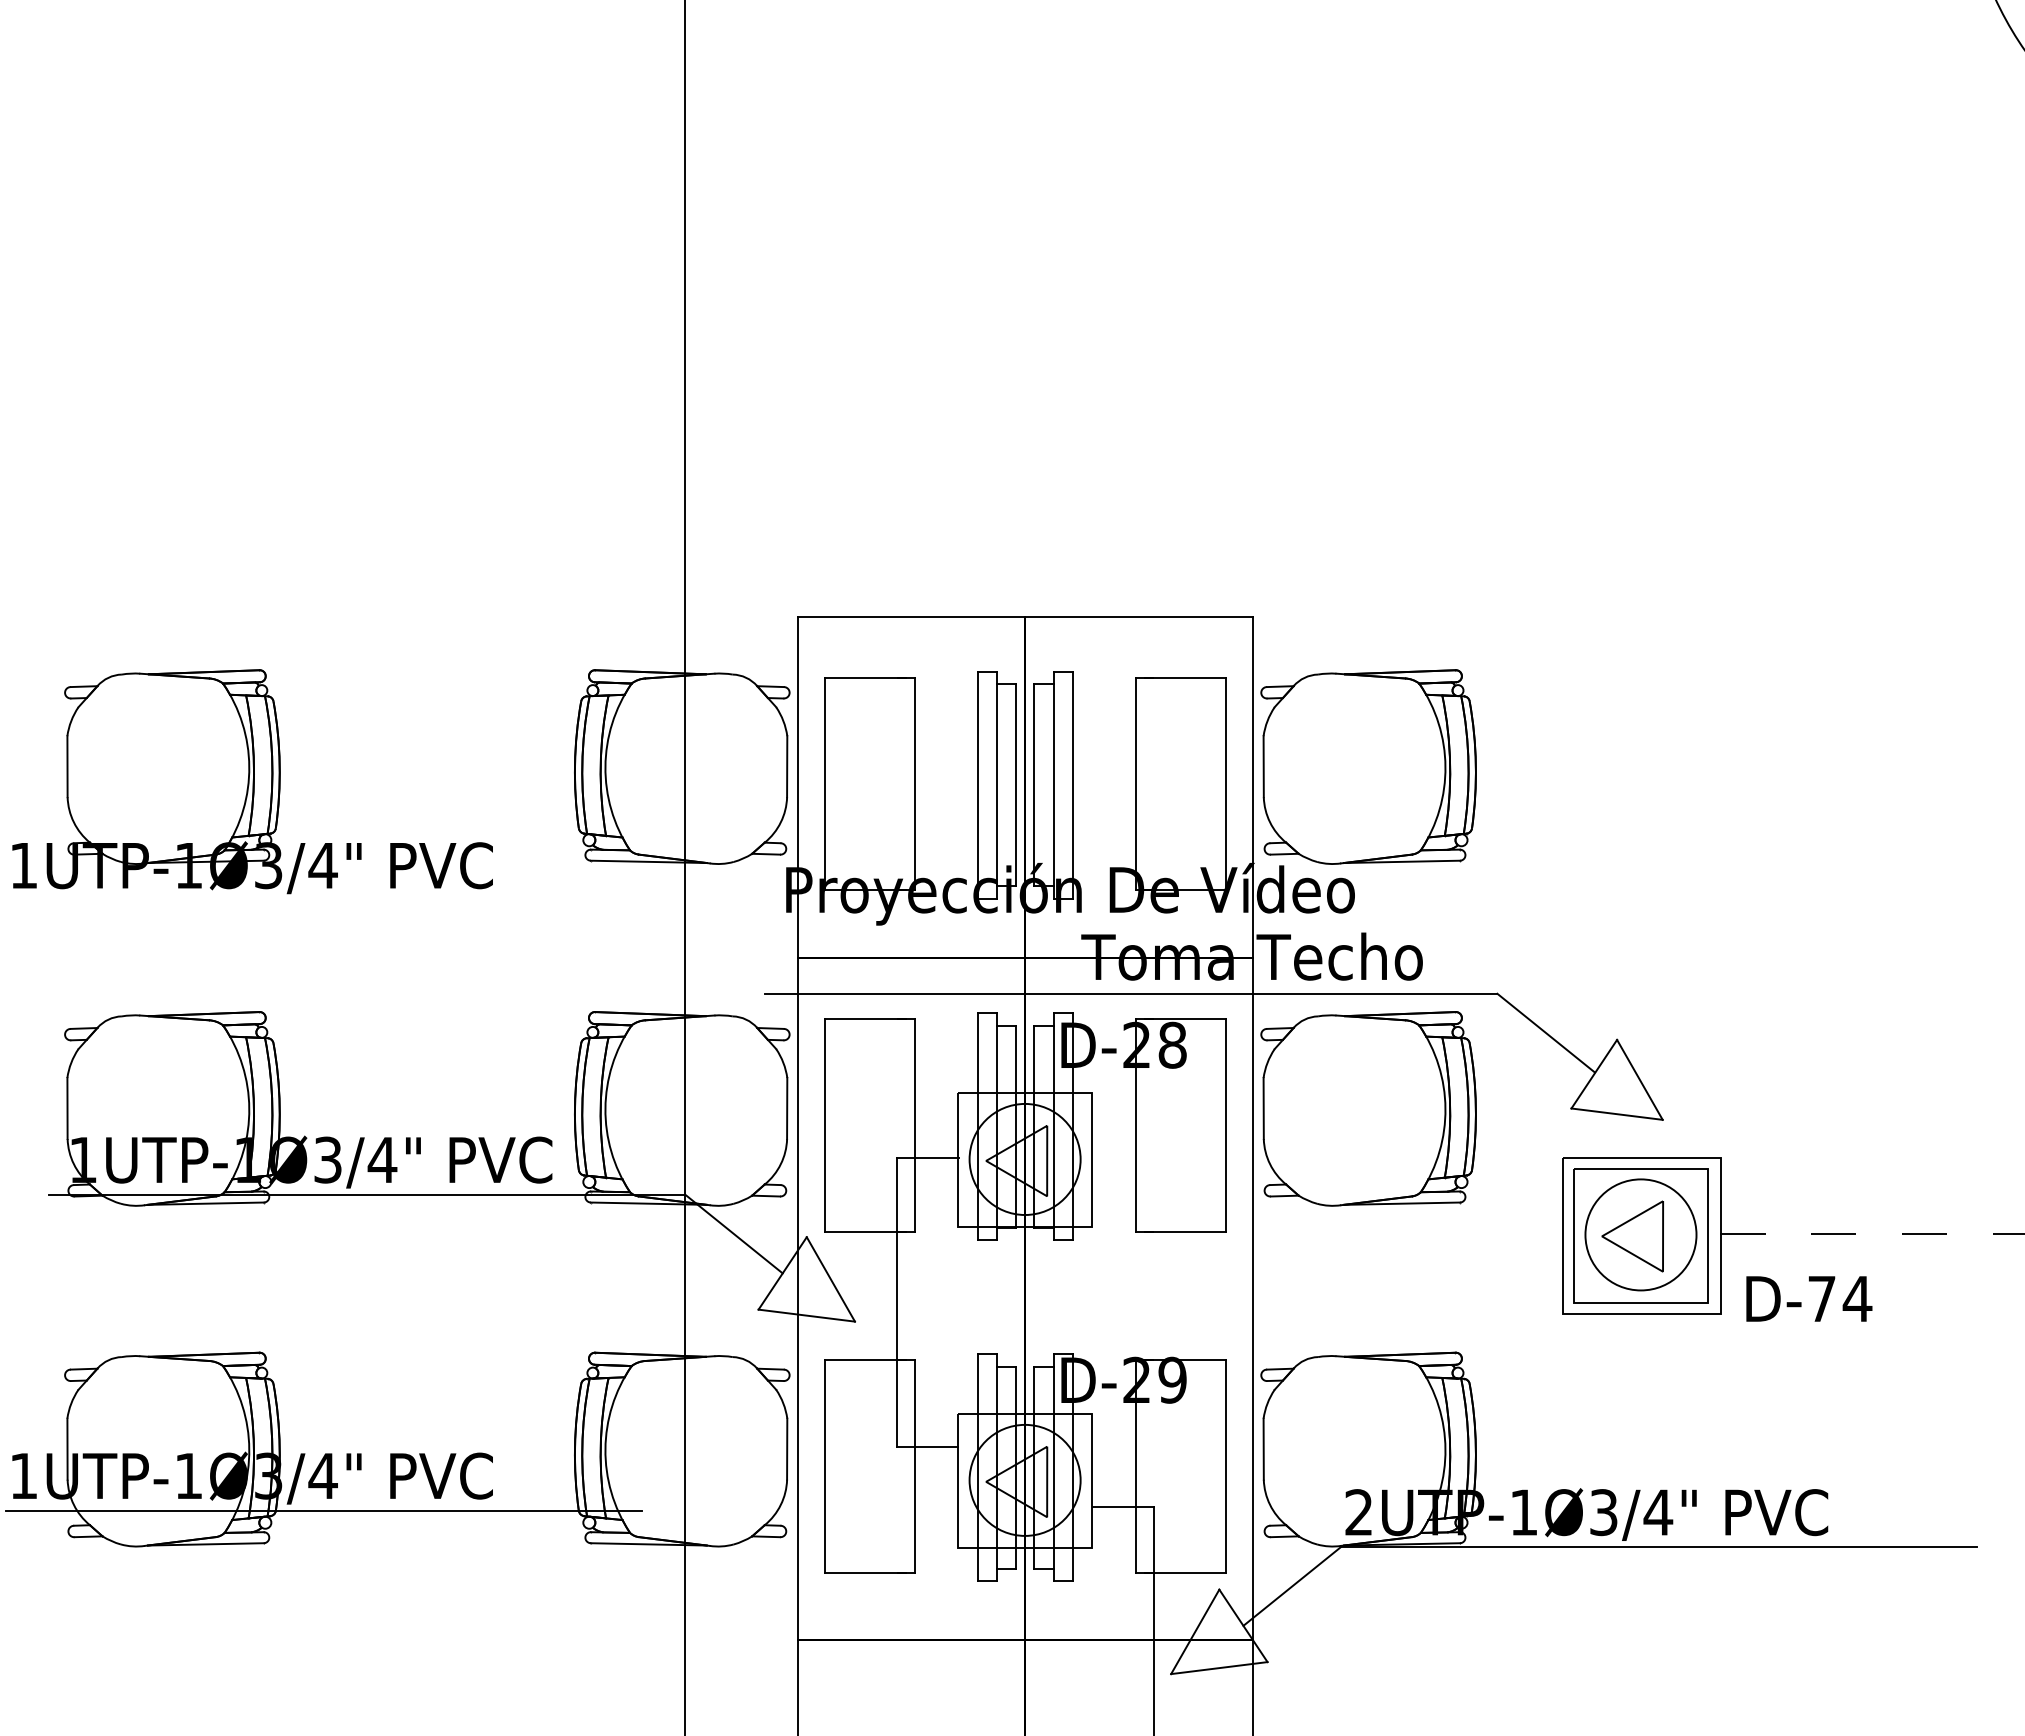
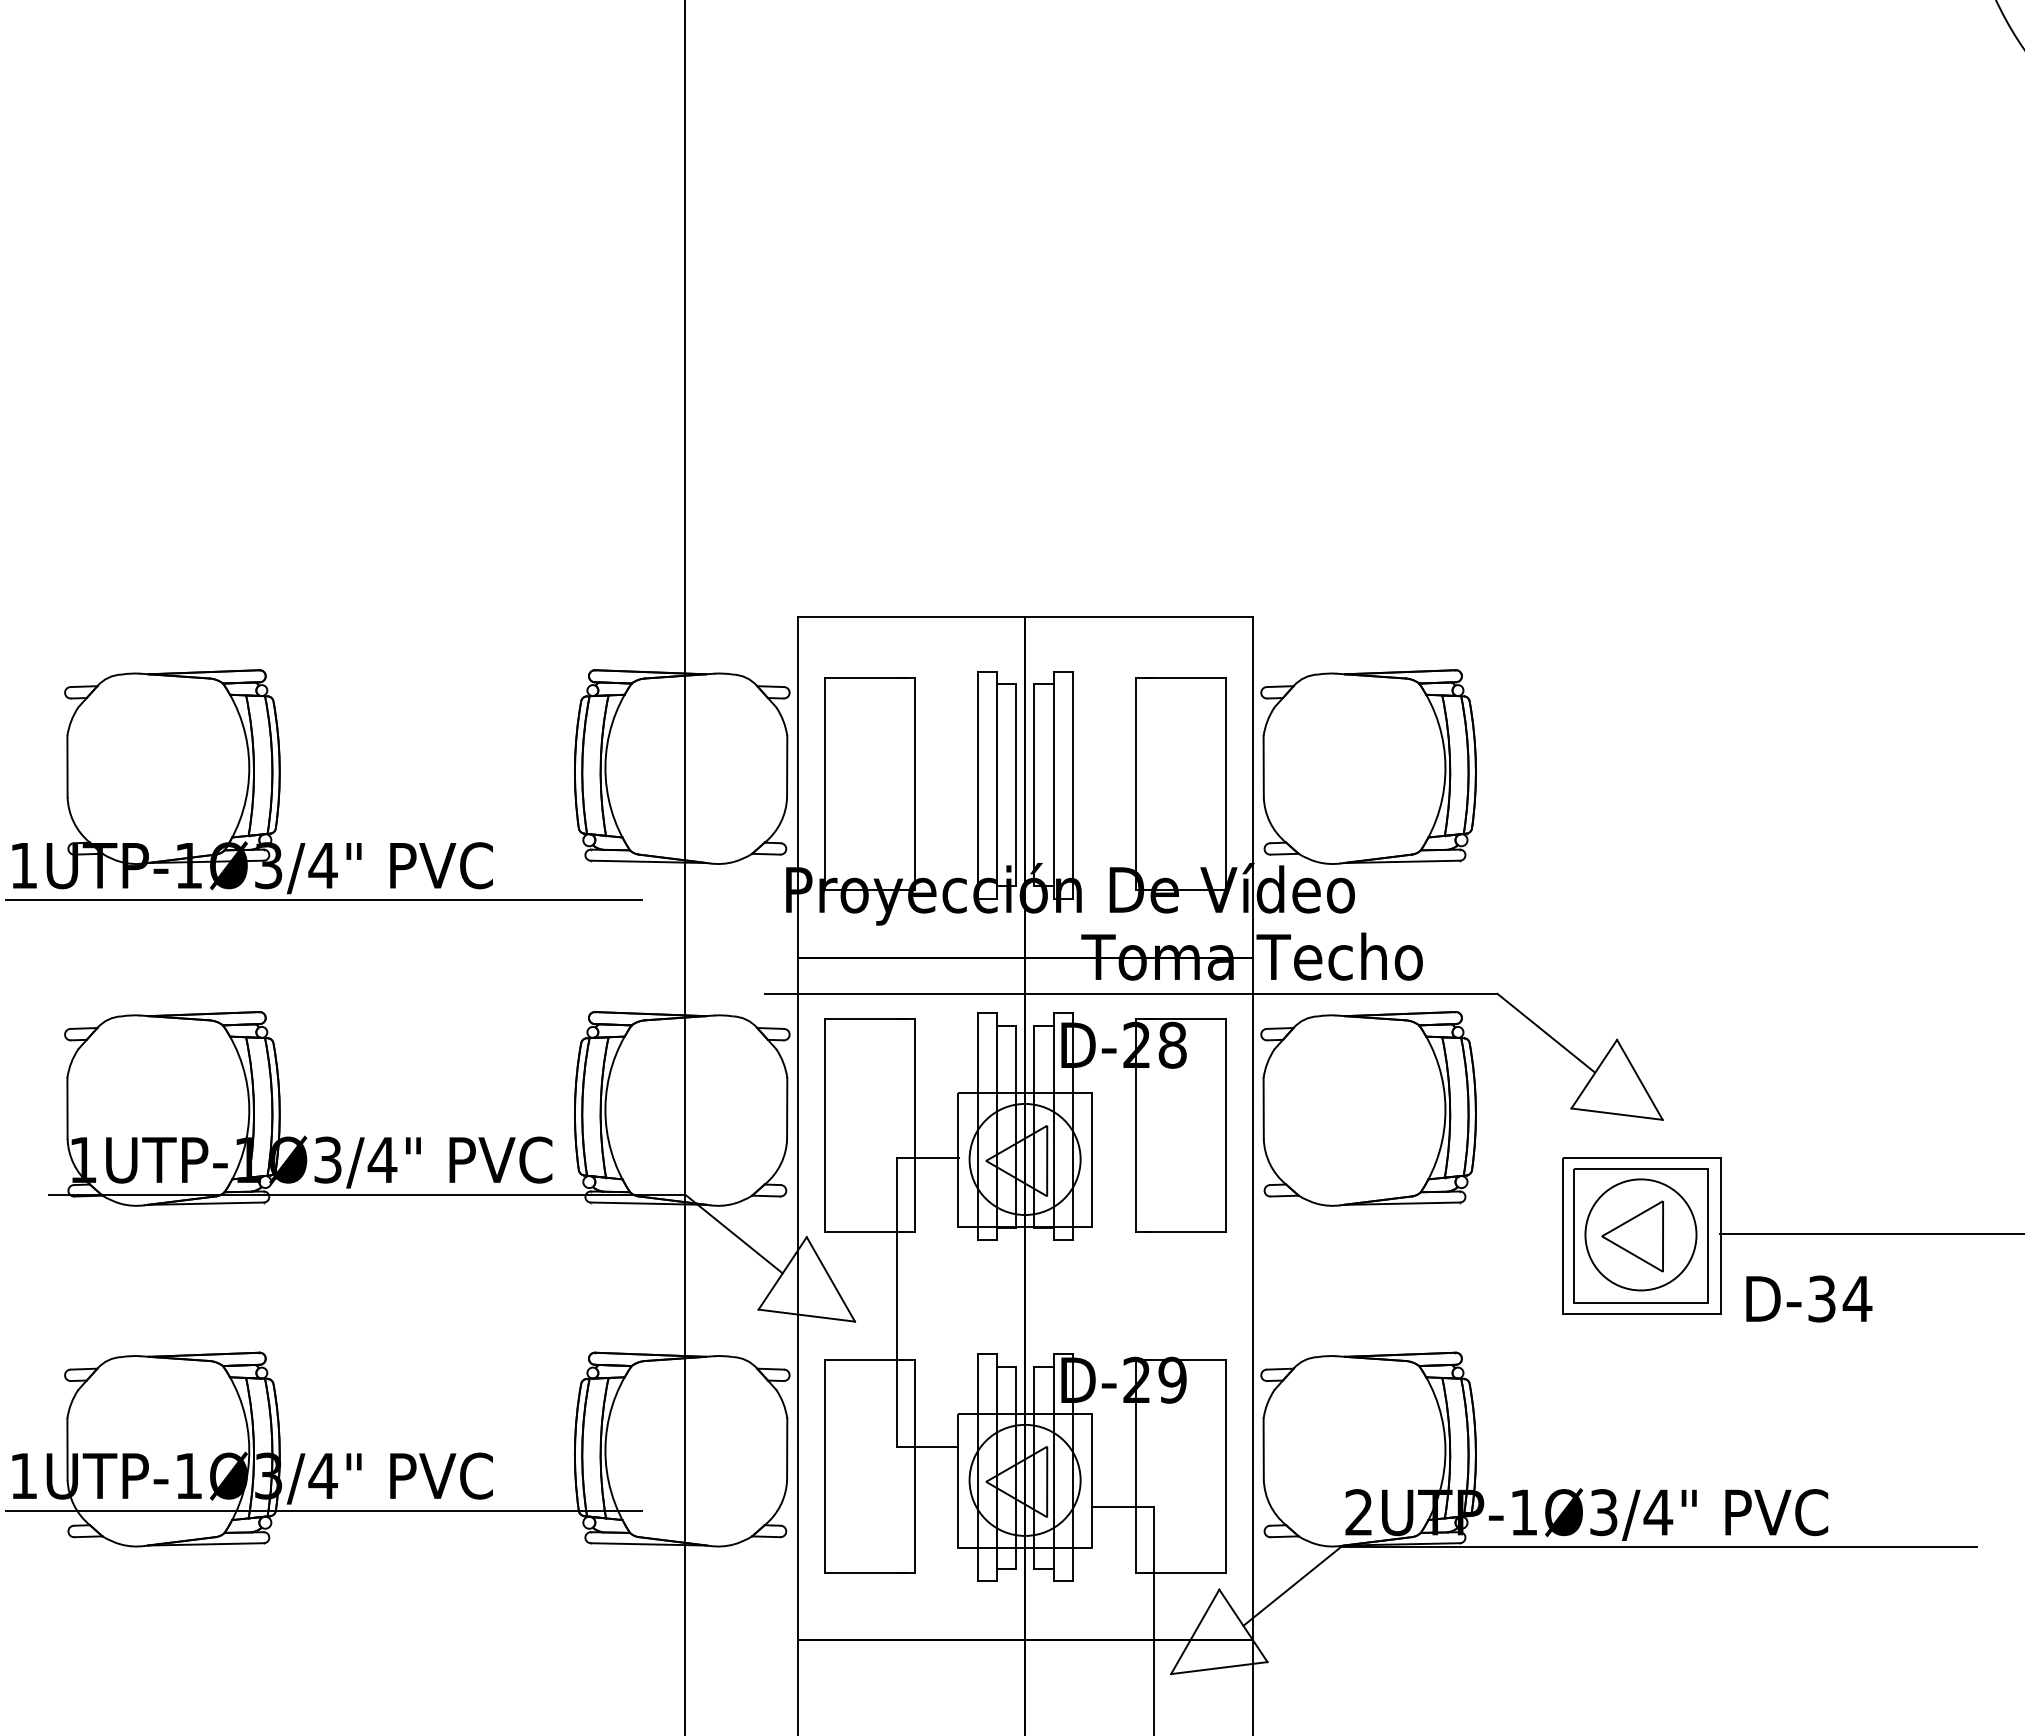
line at (323, 900): none -> present
line at (1872, 1233): dashed -> solid
text at (1821, 1298): D-74 -> D-34
